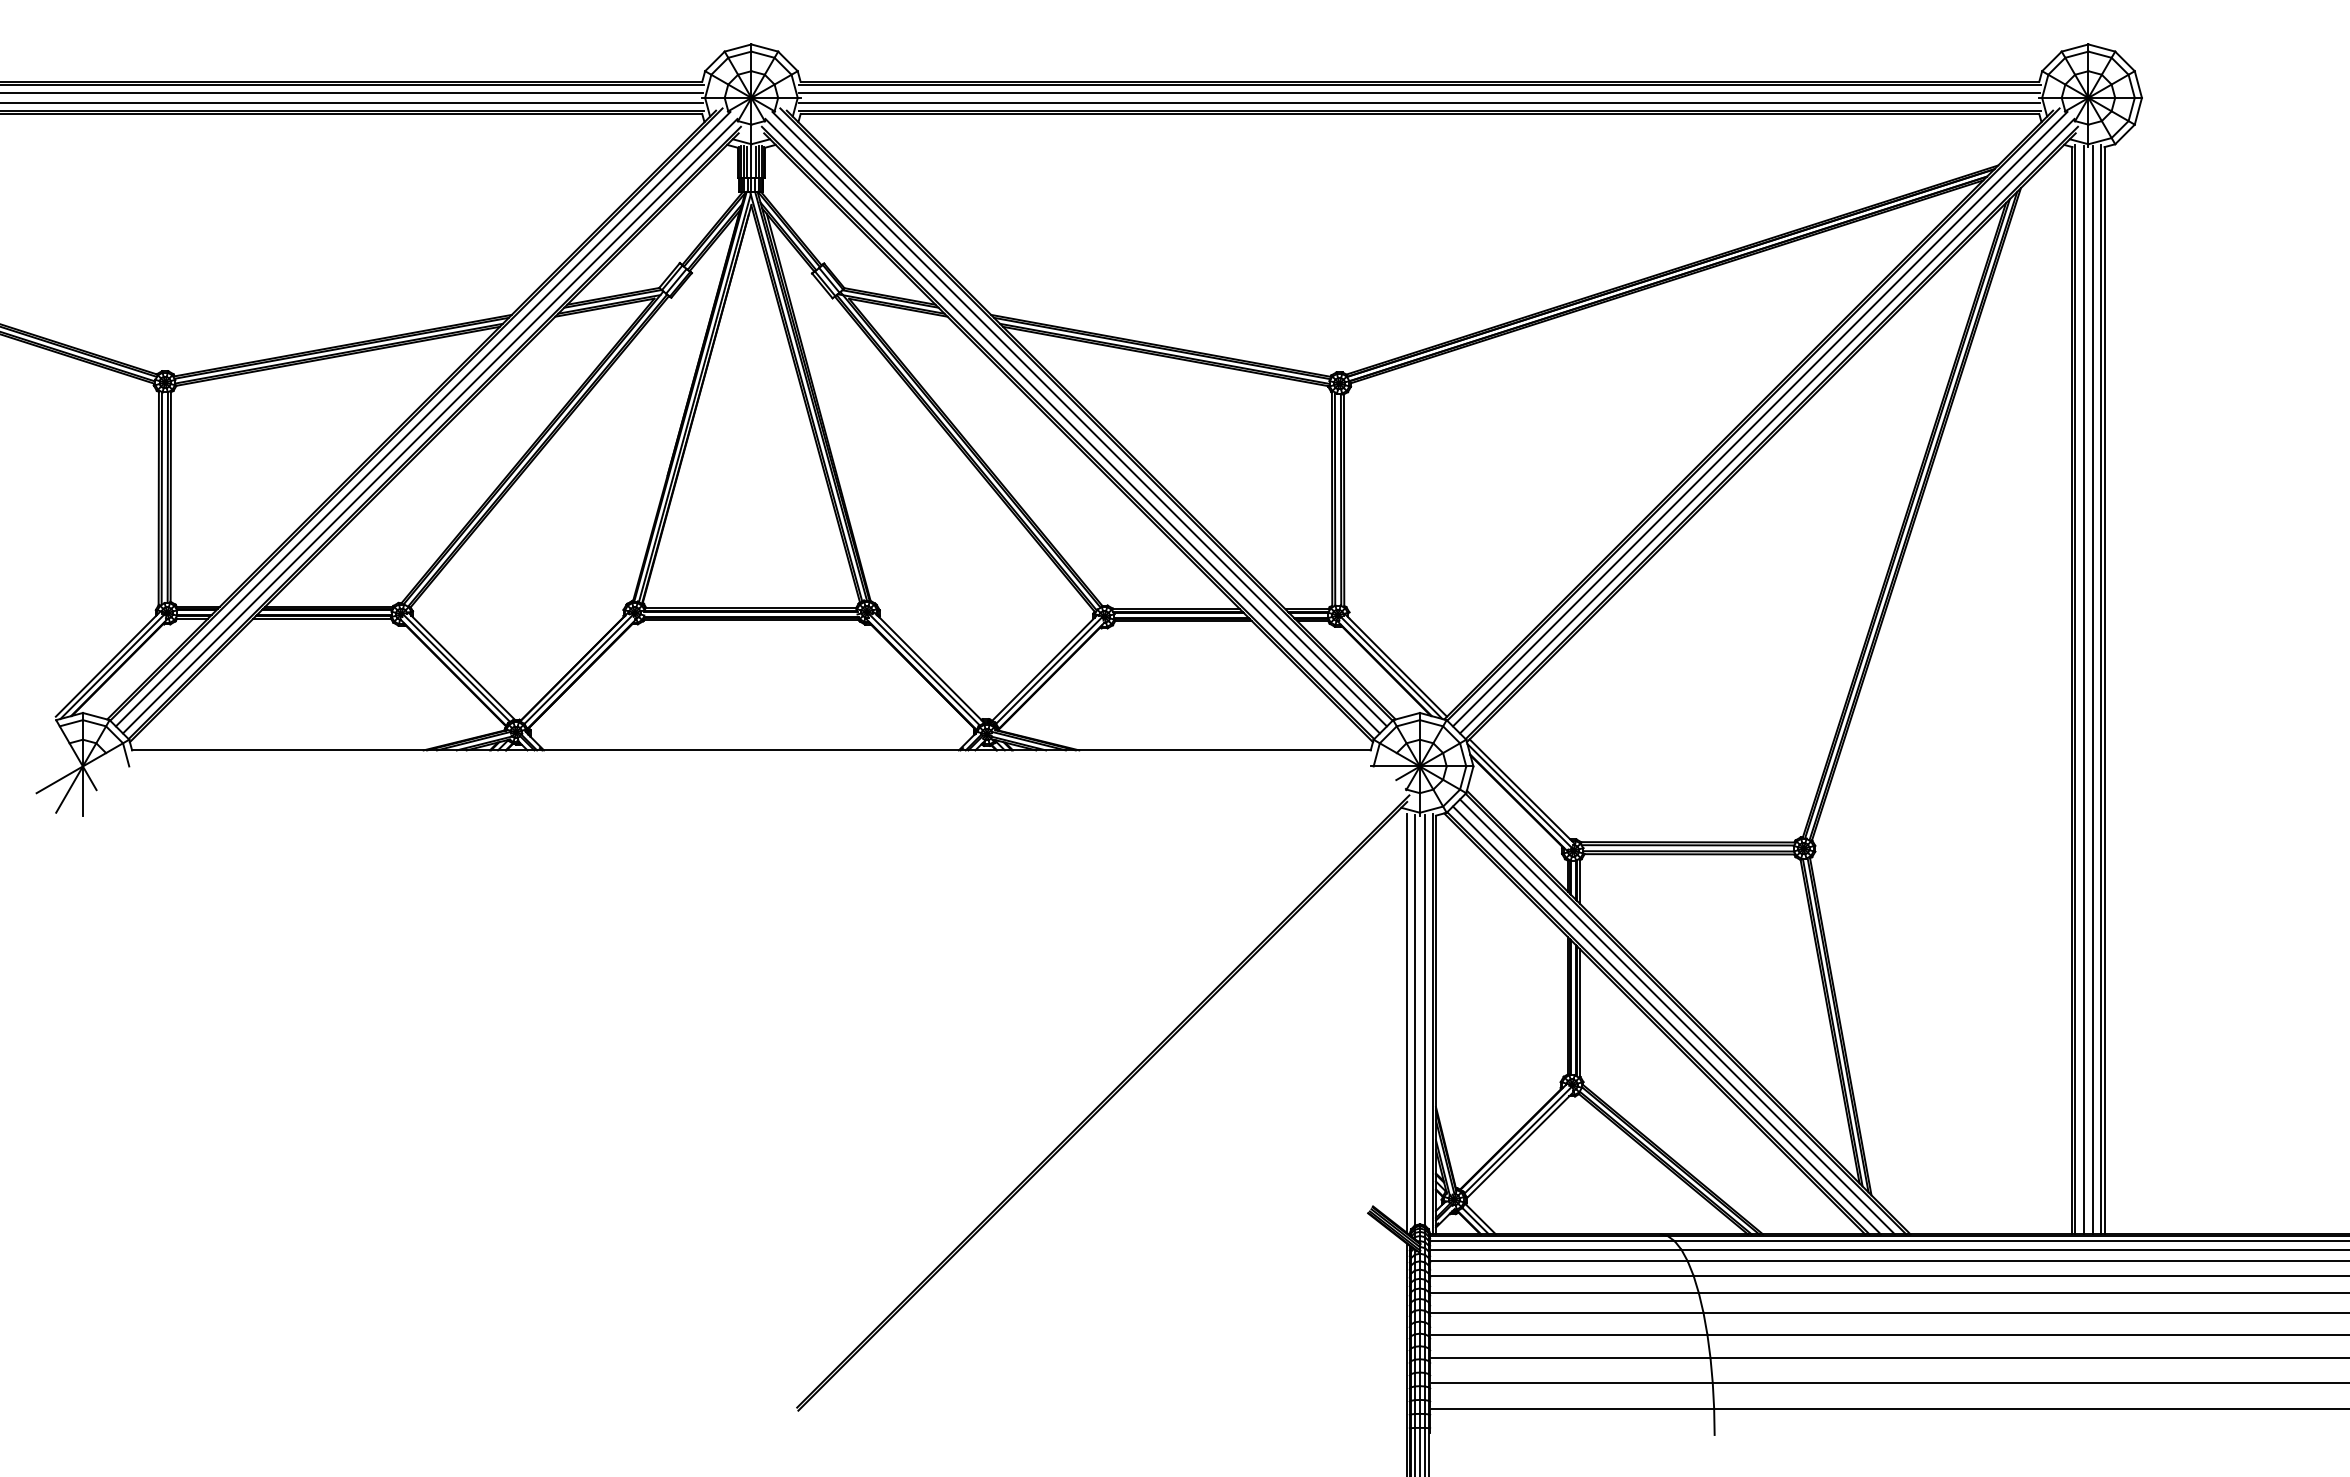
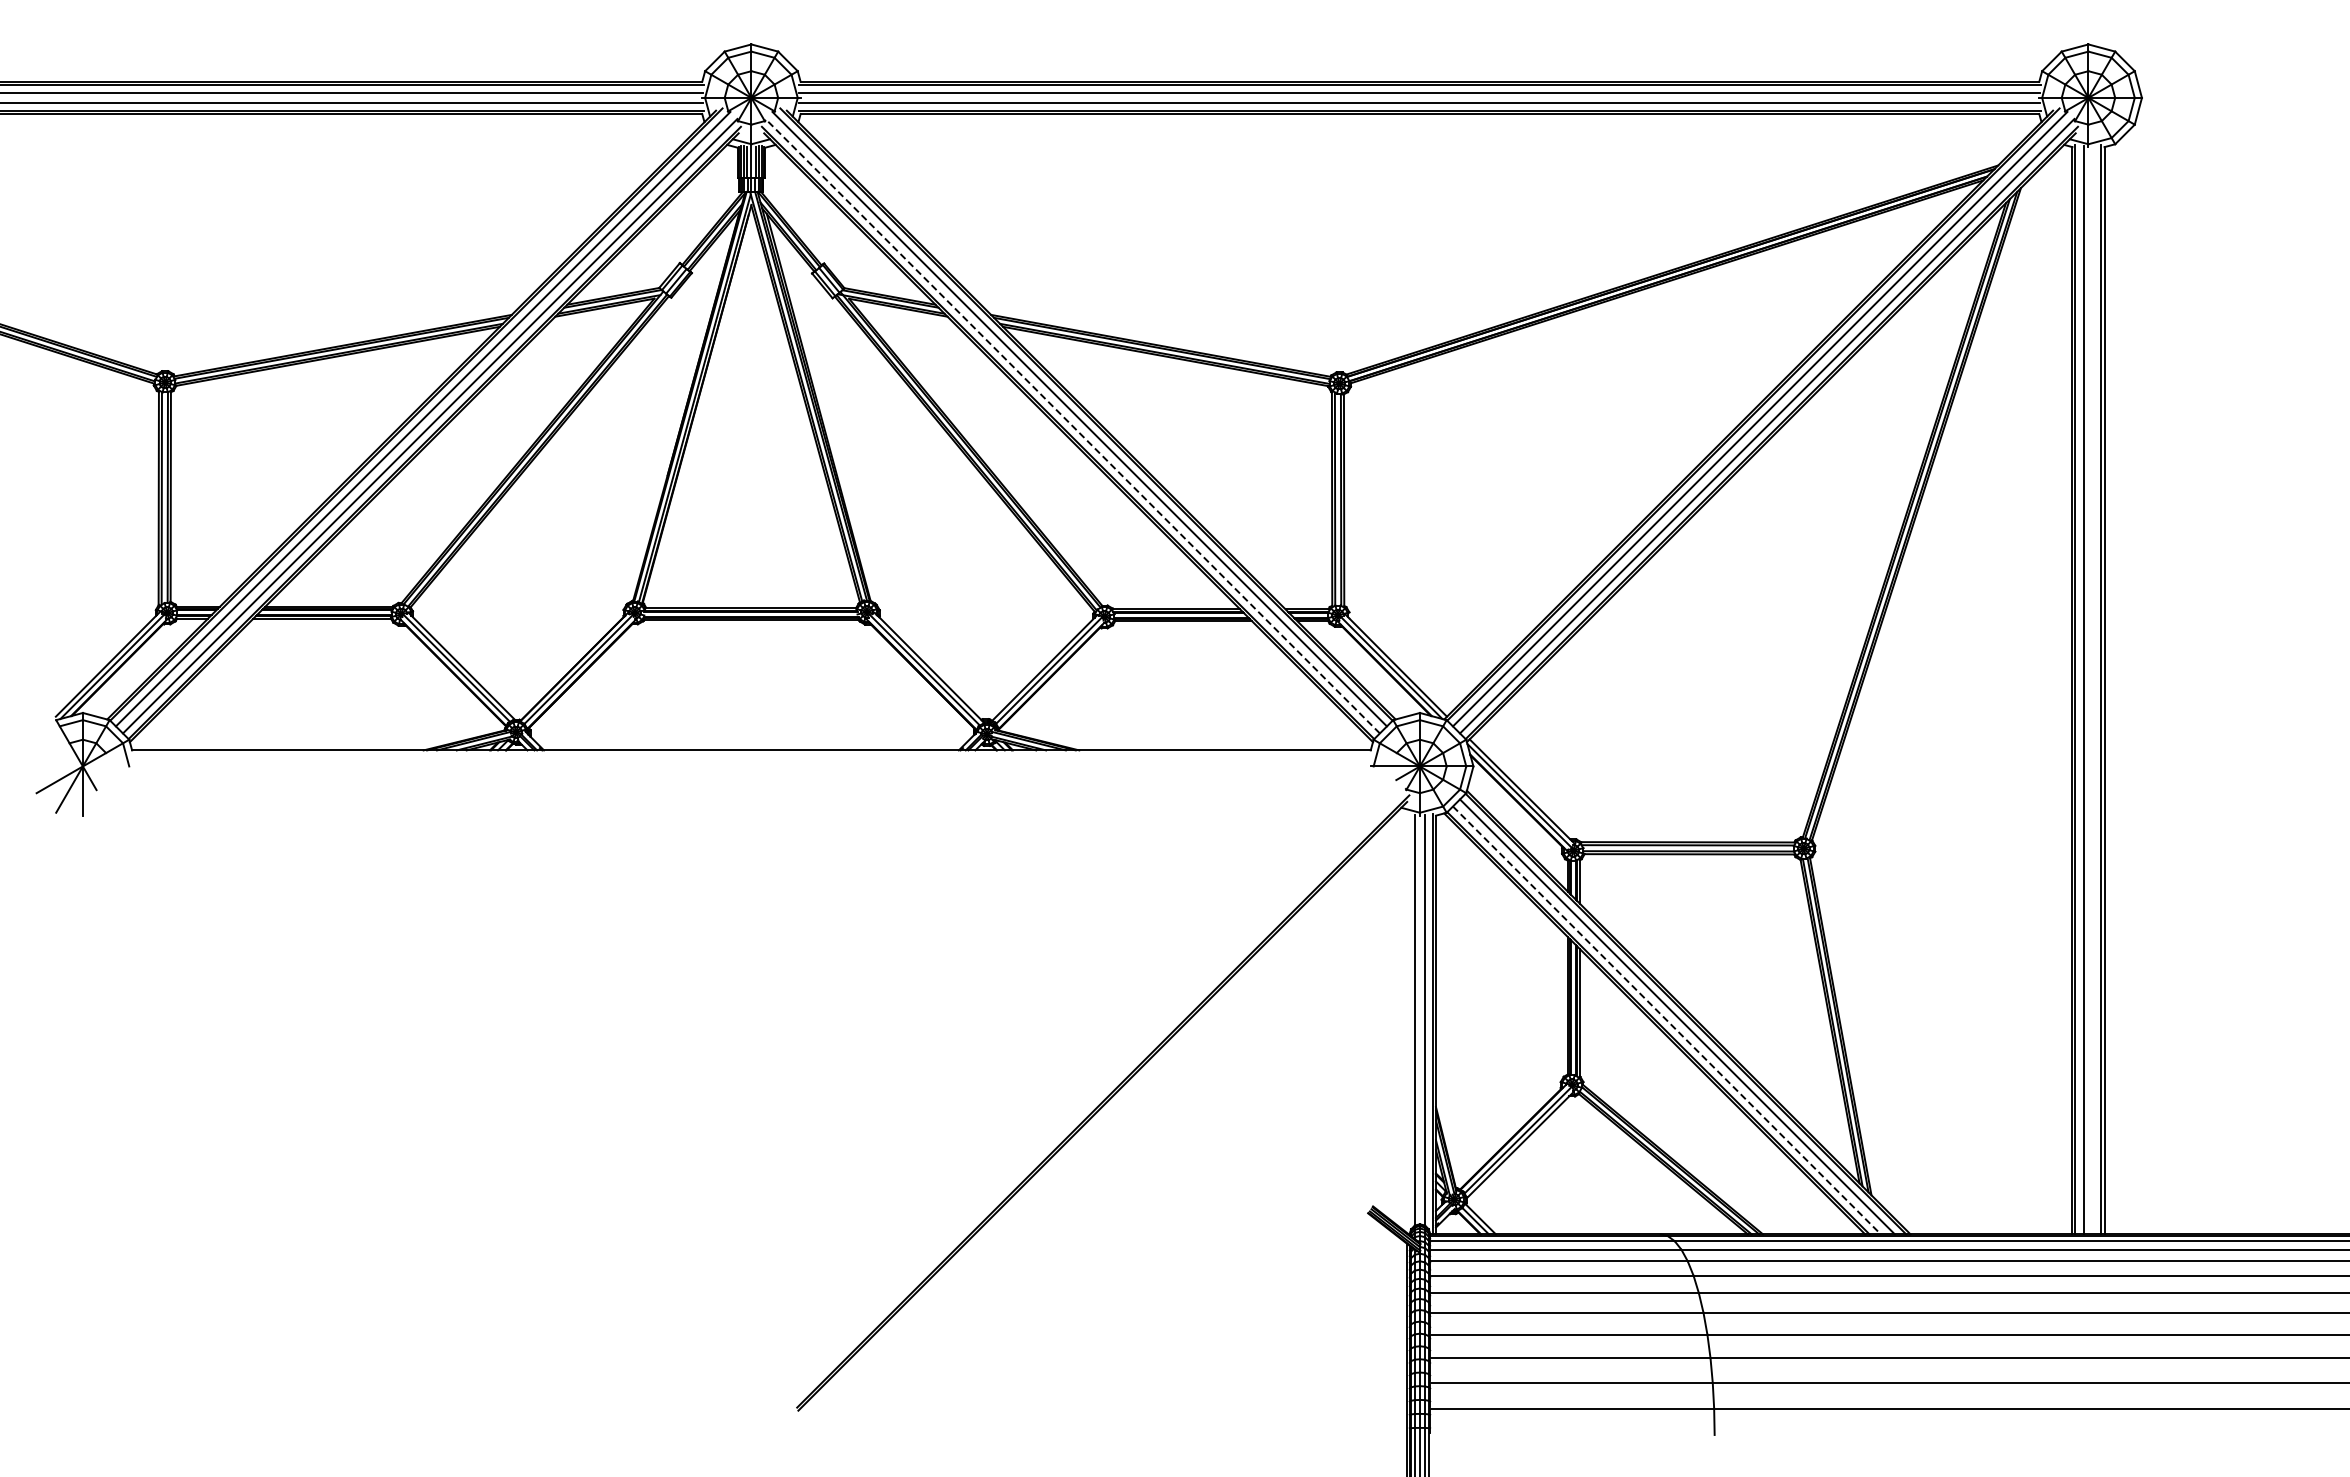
line at (1072, 425): solid -> dashed
line at (2093, 689): present -> none
line at (1666, 1020): solid -> dashed
line at (1406, 1022): present -> none
